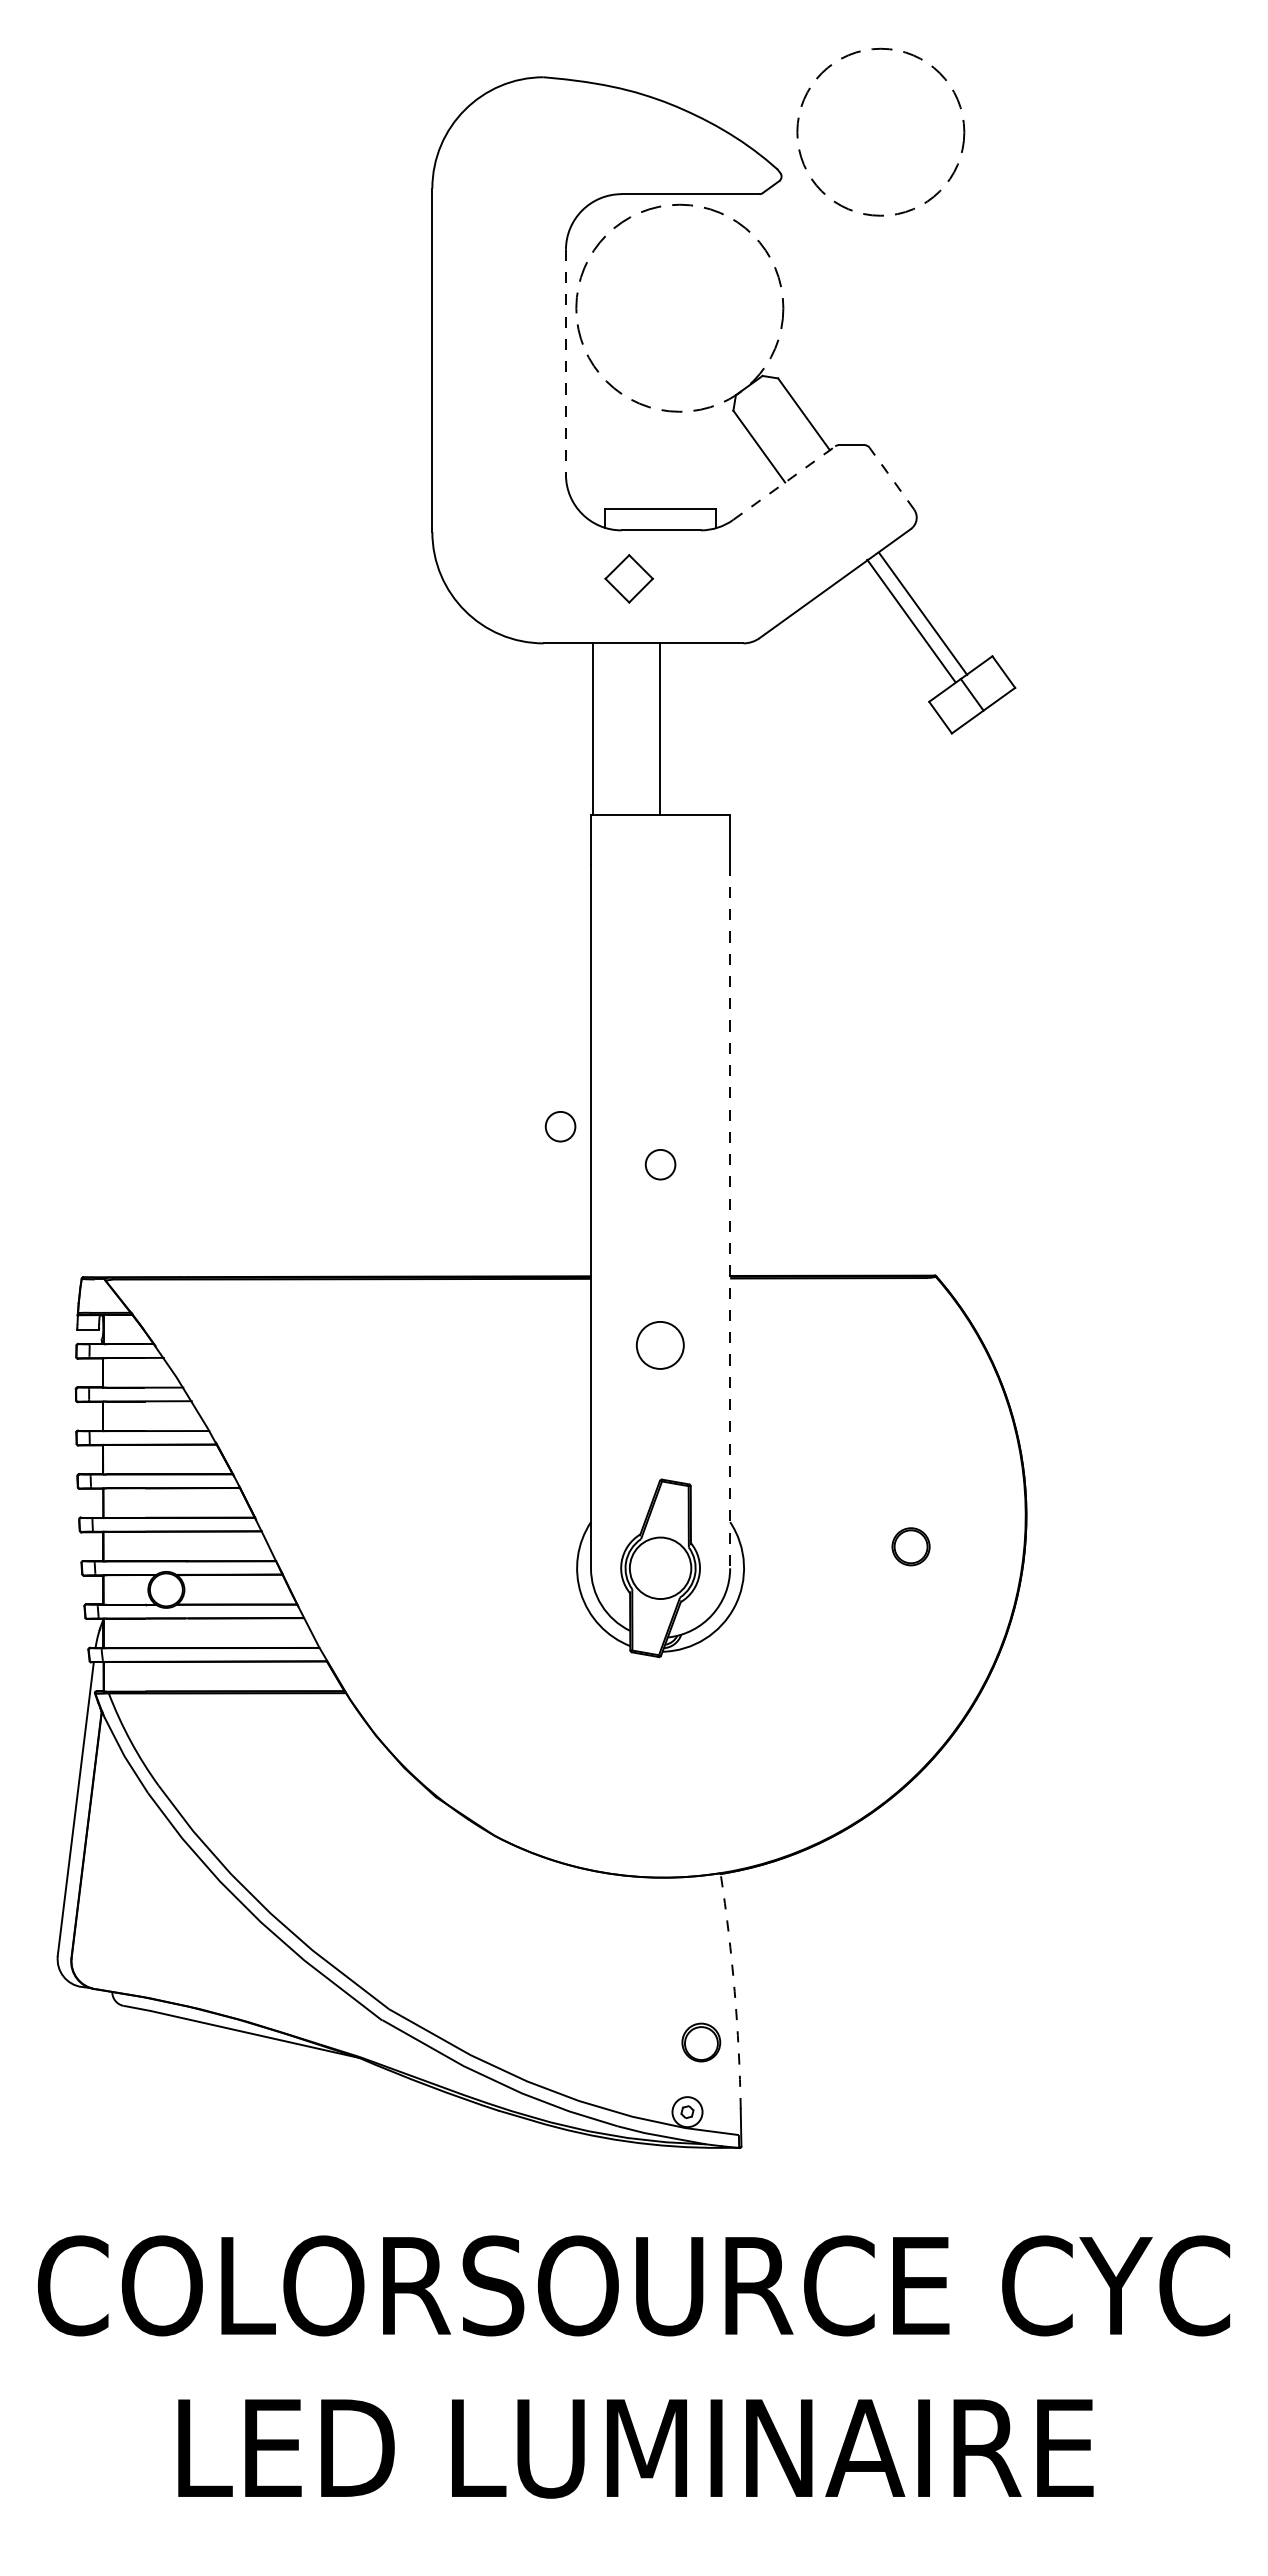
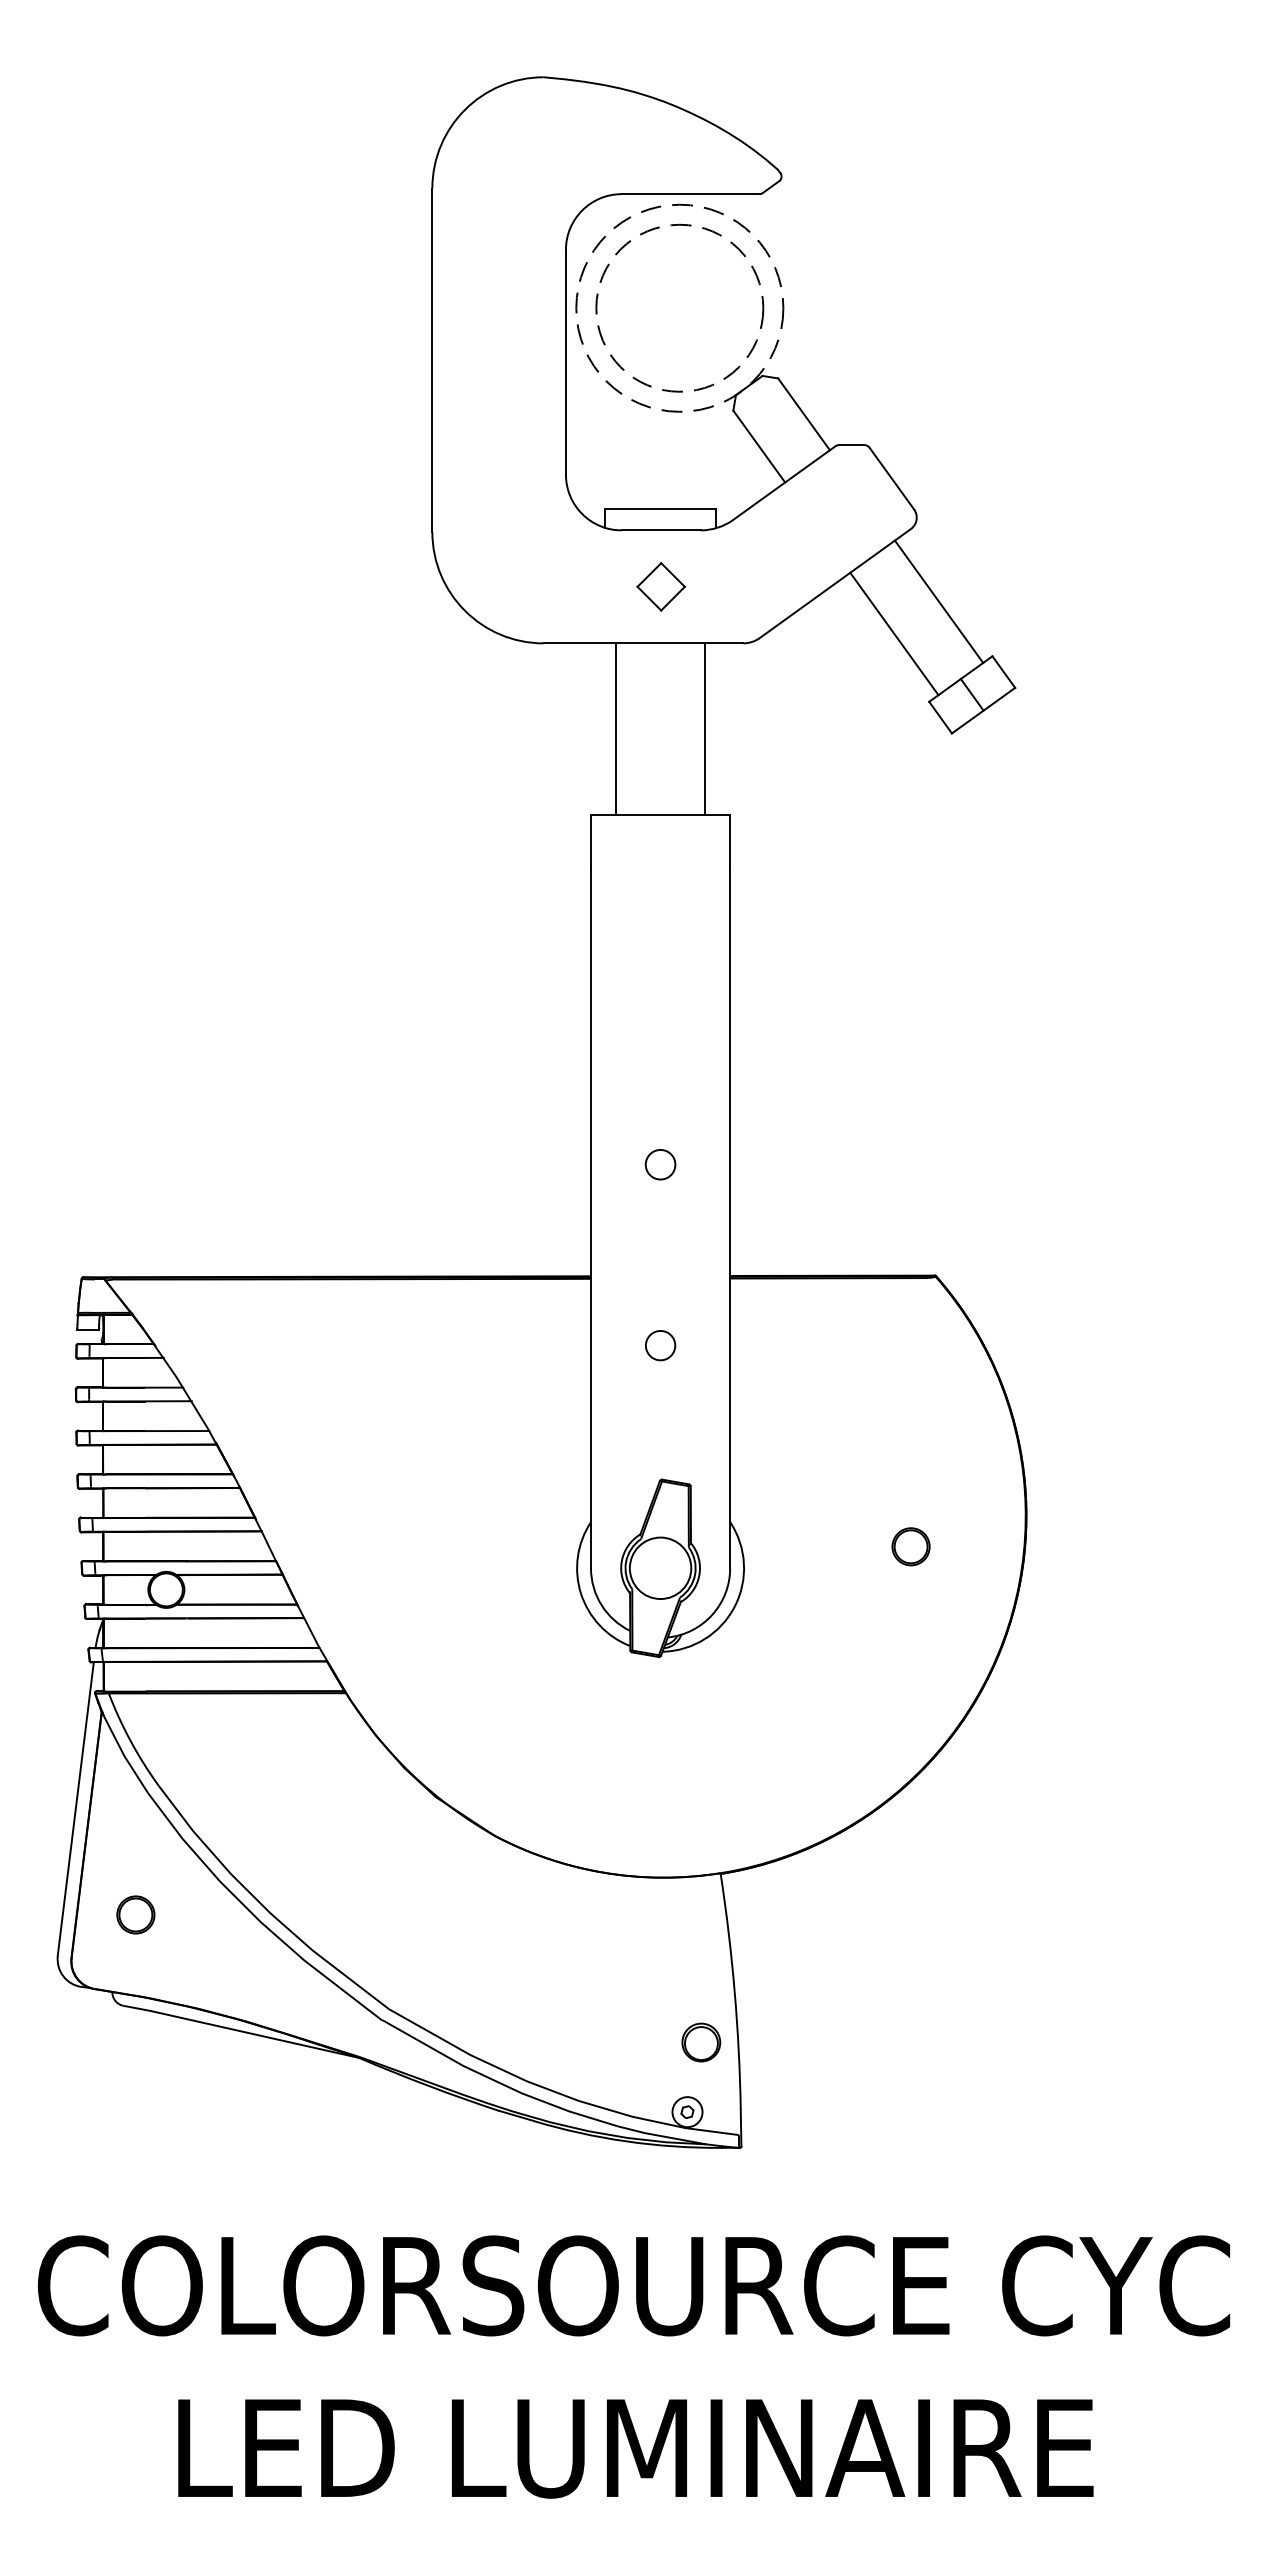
circle at (880, 131) position: (880, 131) -> (679, 307)
line at (565, 362): dashed -> solid
line at (891, 478): dashed -> solid
line at (784, 483): dashed -> solid
part at (628, 578) position: (628, 578) -> (660, 586)
line at (922, 613) position: (922, 613) -> (938, 601)
line at (911, 620) position: (911, 620) -> (894, 633)
line at (593, 728) position: (593, 728) -> (616, 728)
line at (660, 728) position: (660, 728) -> (705, 728)
circle at (560, 1126): present -> none
line at (730, 1216): dashed -> solid
circle at (659, 1345) size: 50x49 px -> 32x32 px
part at (135, 1914): none -> present
arc at (734, 1991): dashed -> solid
